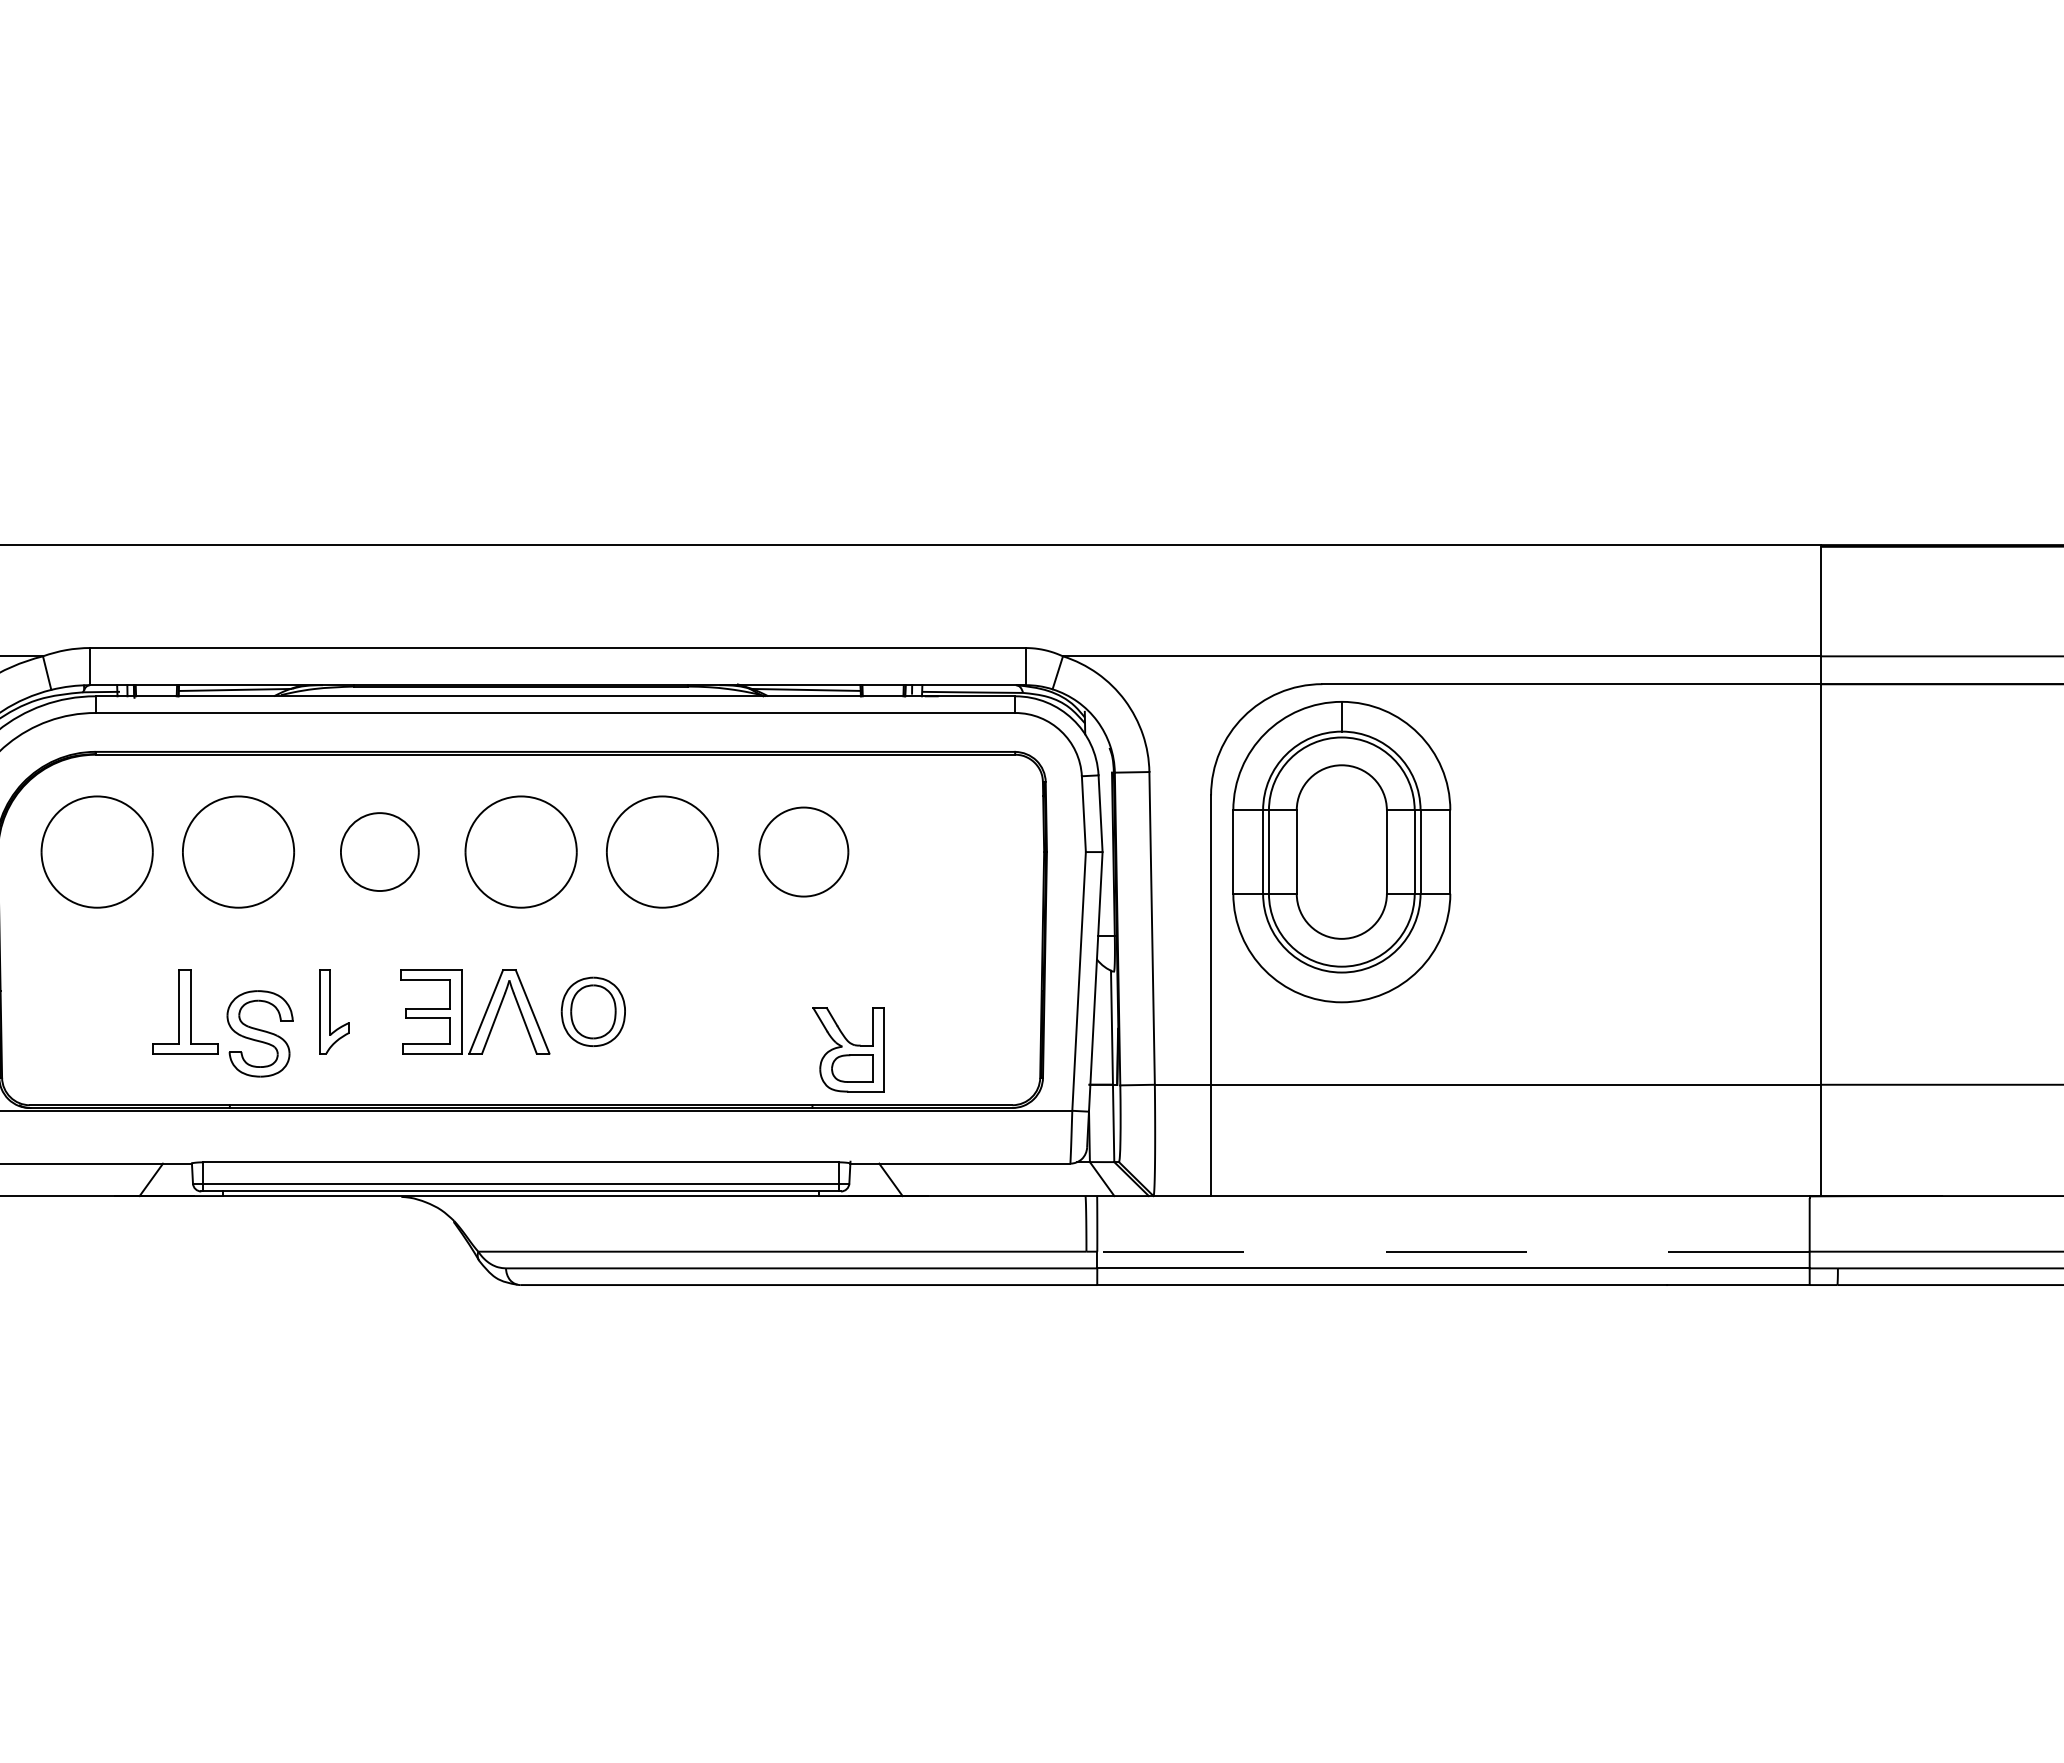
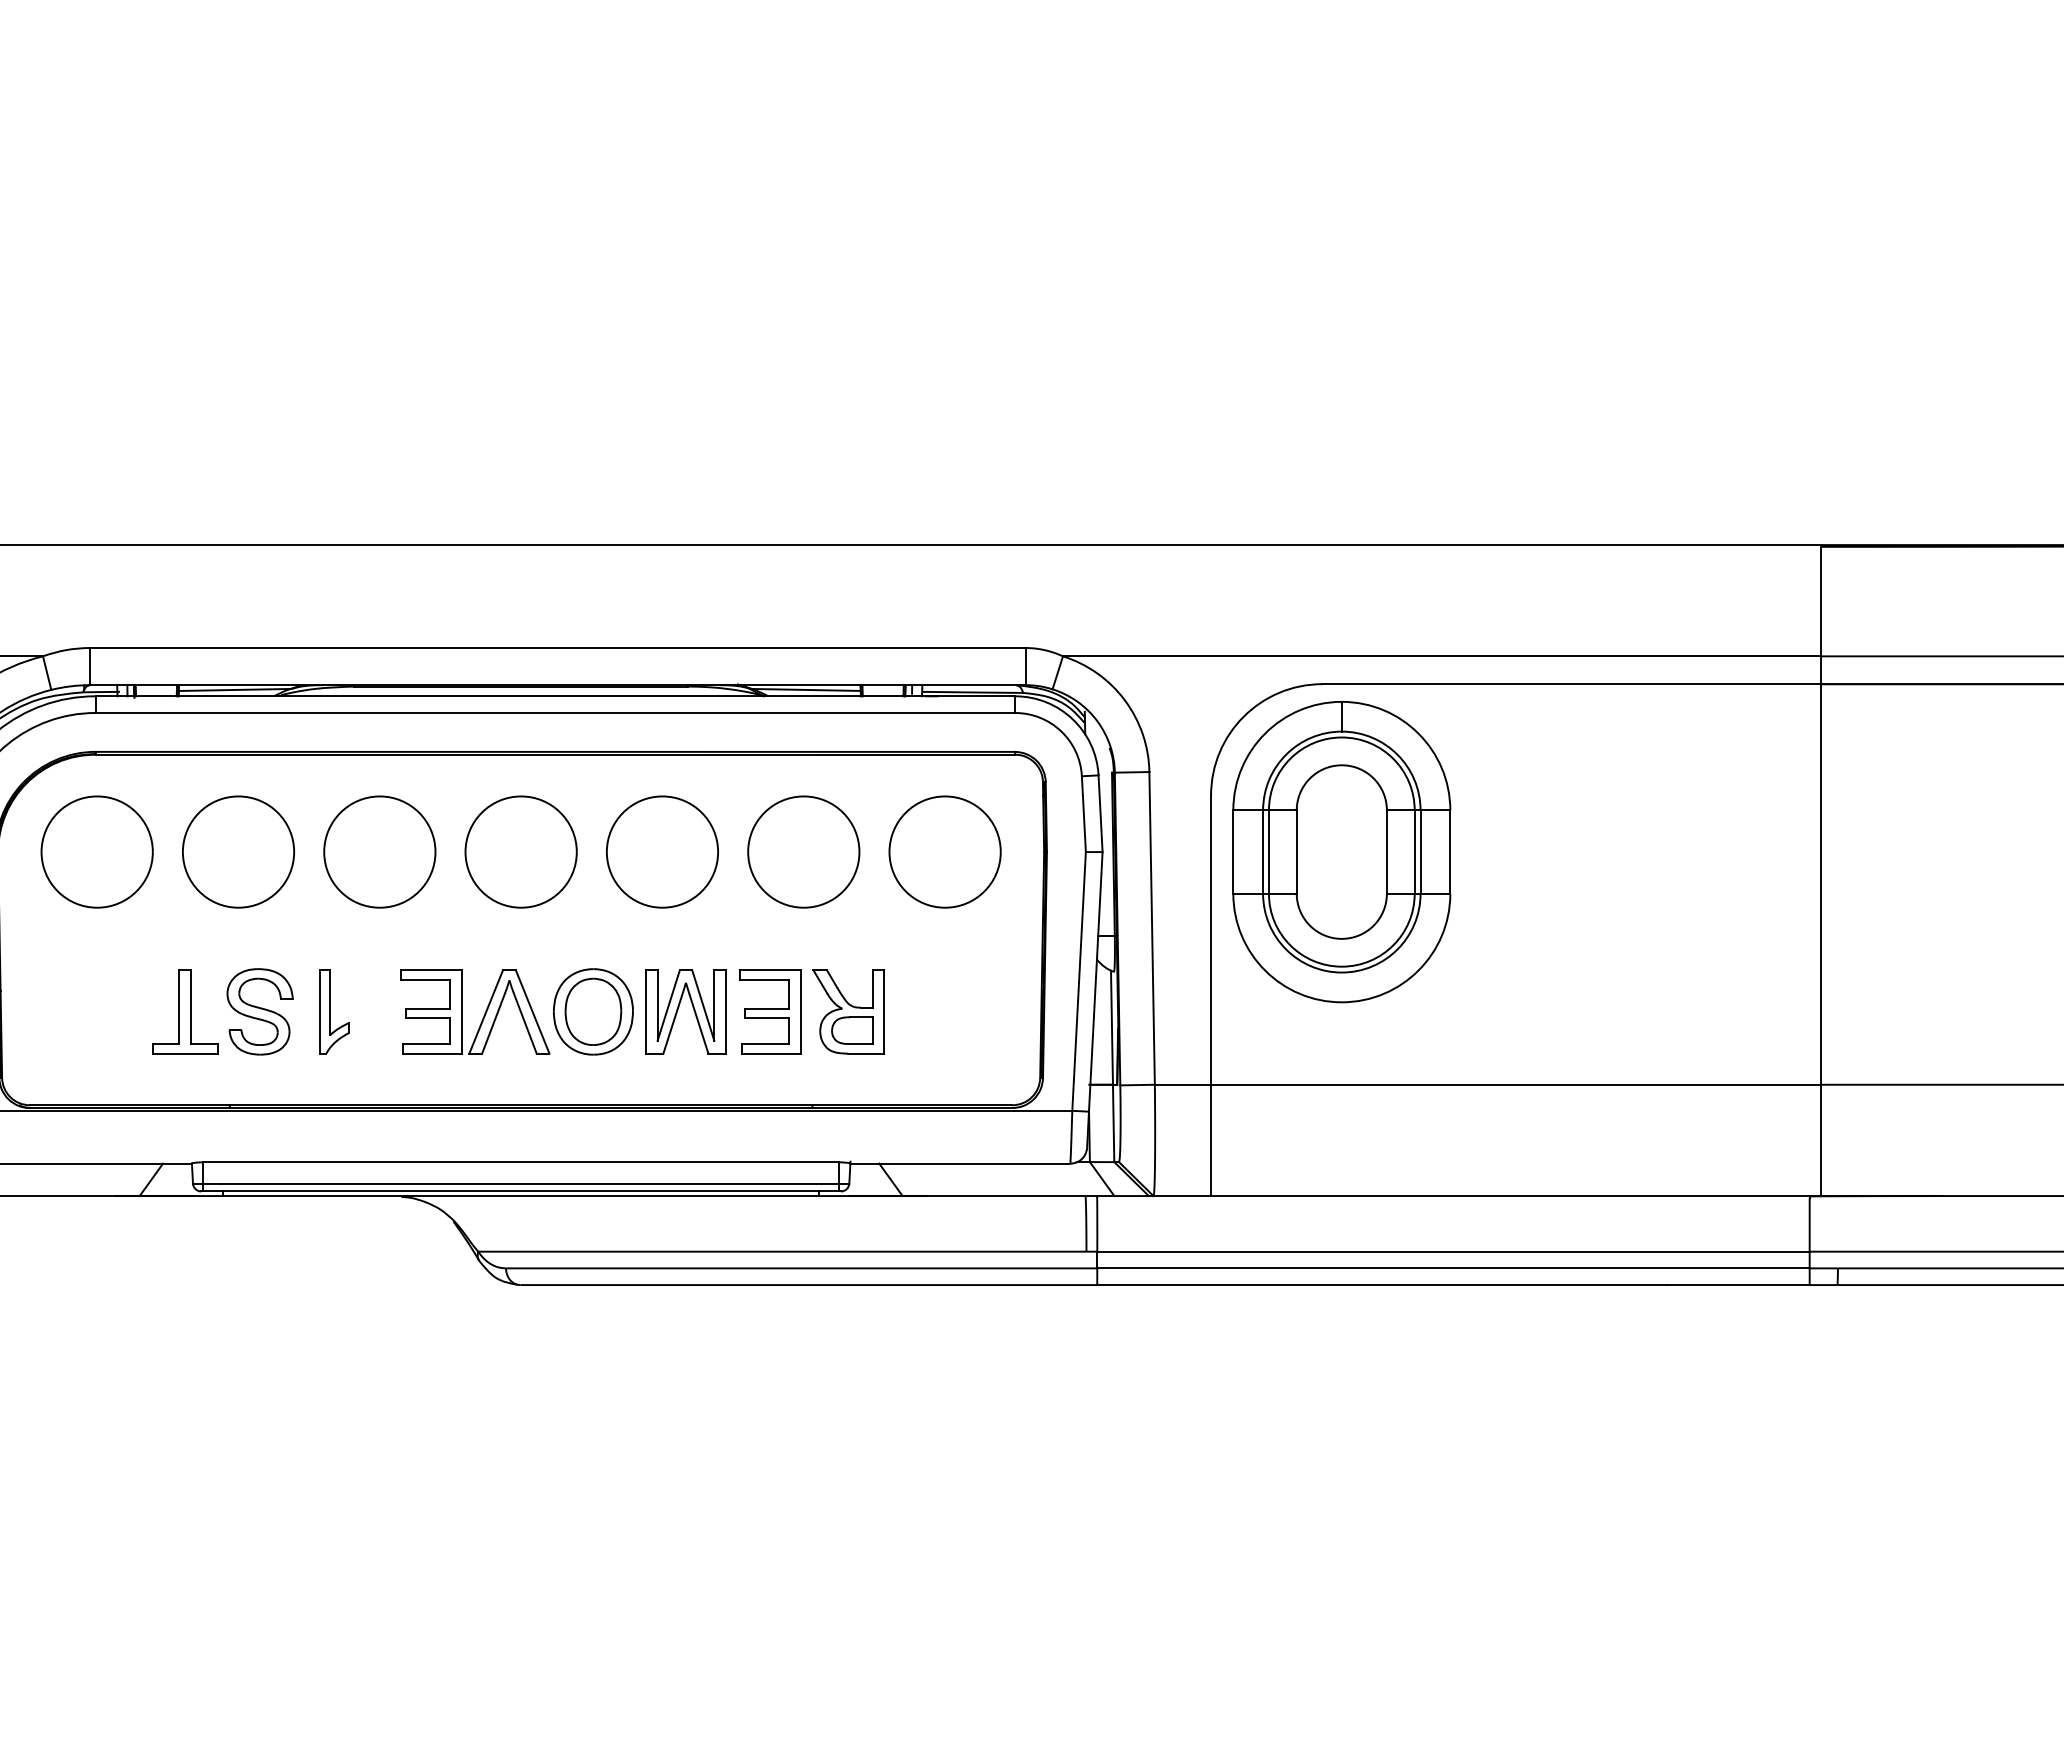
part at (379, 851) size: 80x80 px -> 114x114 px
part at (803, 851) size: 92x92 px -> 114x114 px
part at (944, 851): none -> present
part at (678, 1010): none -> present
part at (592, 1011) size: 66x71 px -> 81x88 px
part at (770, 1011): none -> present
part at (259, 1033) position: (259, 1033) -> (259, 1011)
part at (848, 1049) position: (848, 1049) -> (848, 1011)
line at (1452, 1251): dashed -> solid
